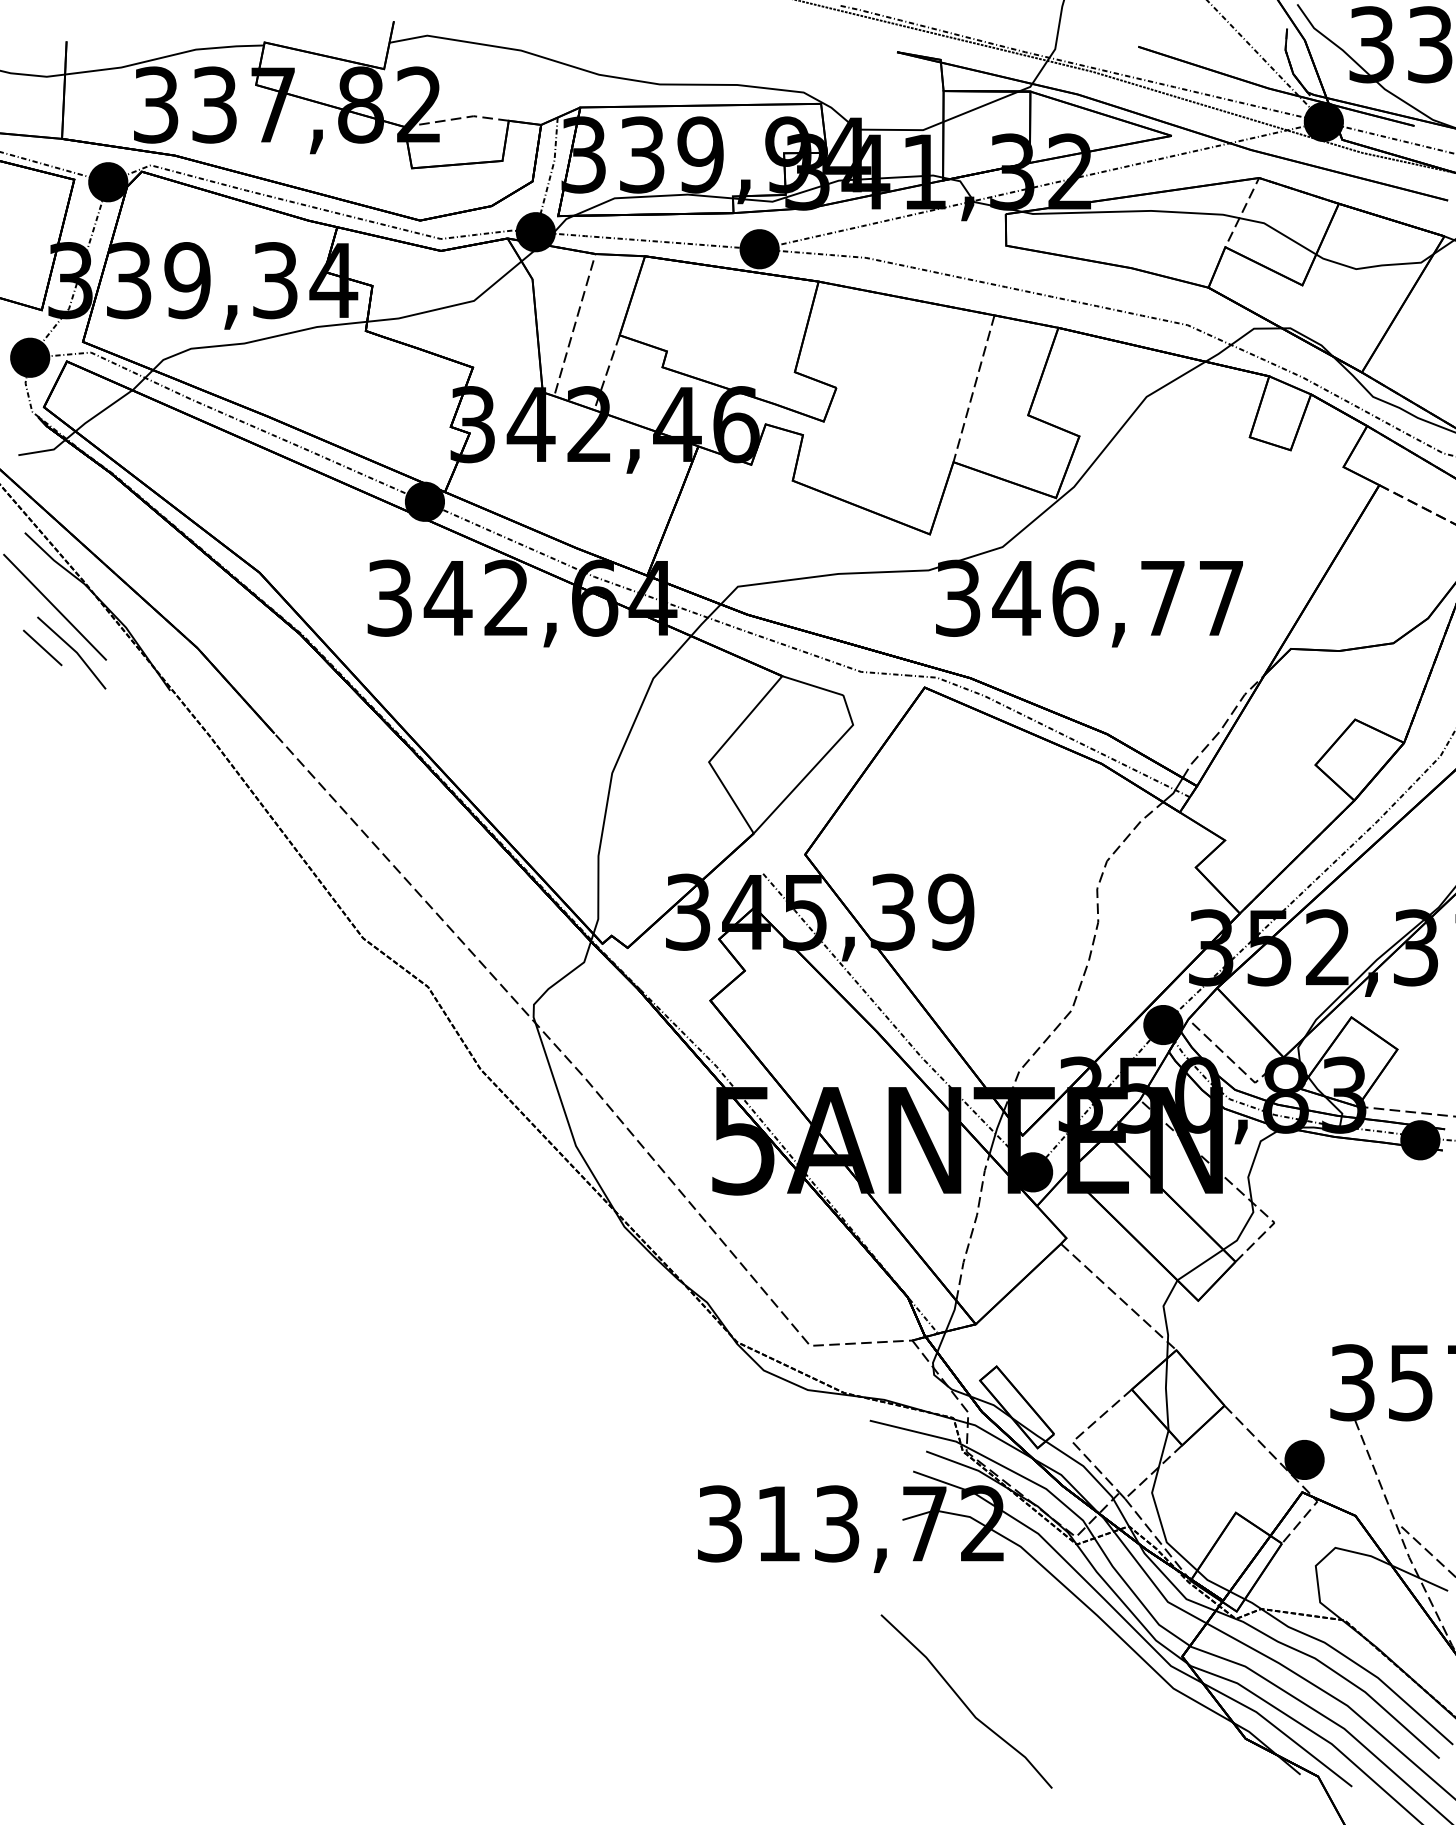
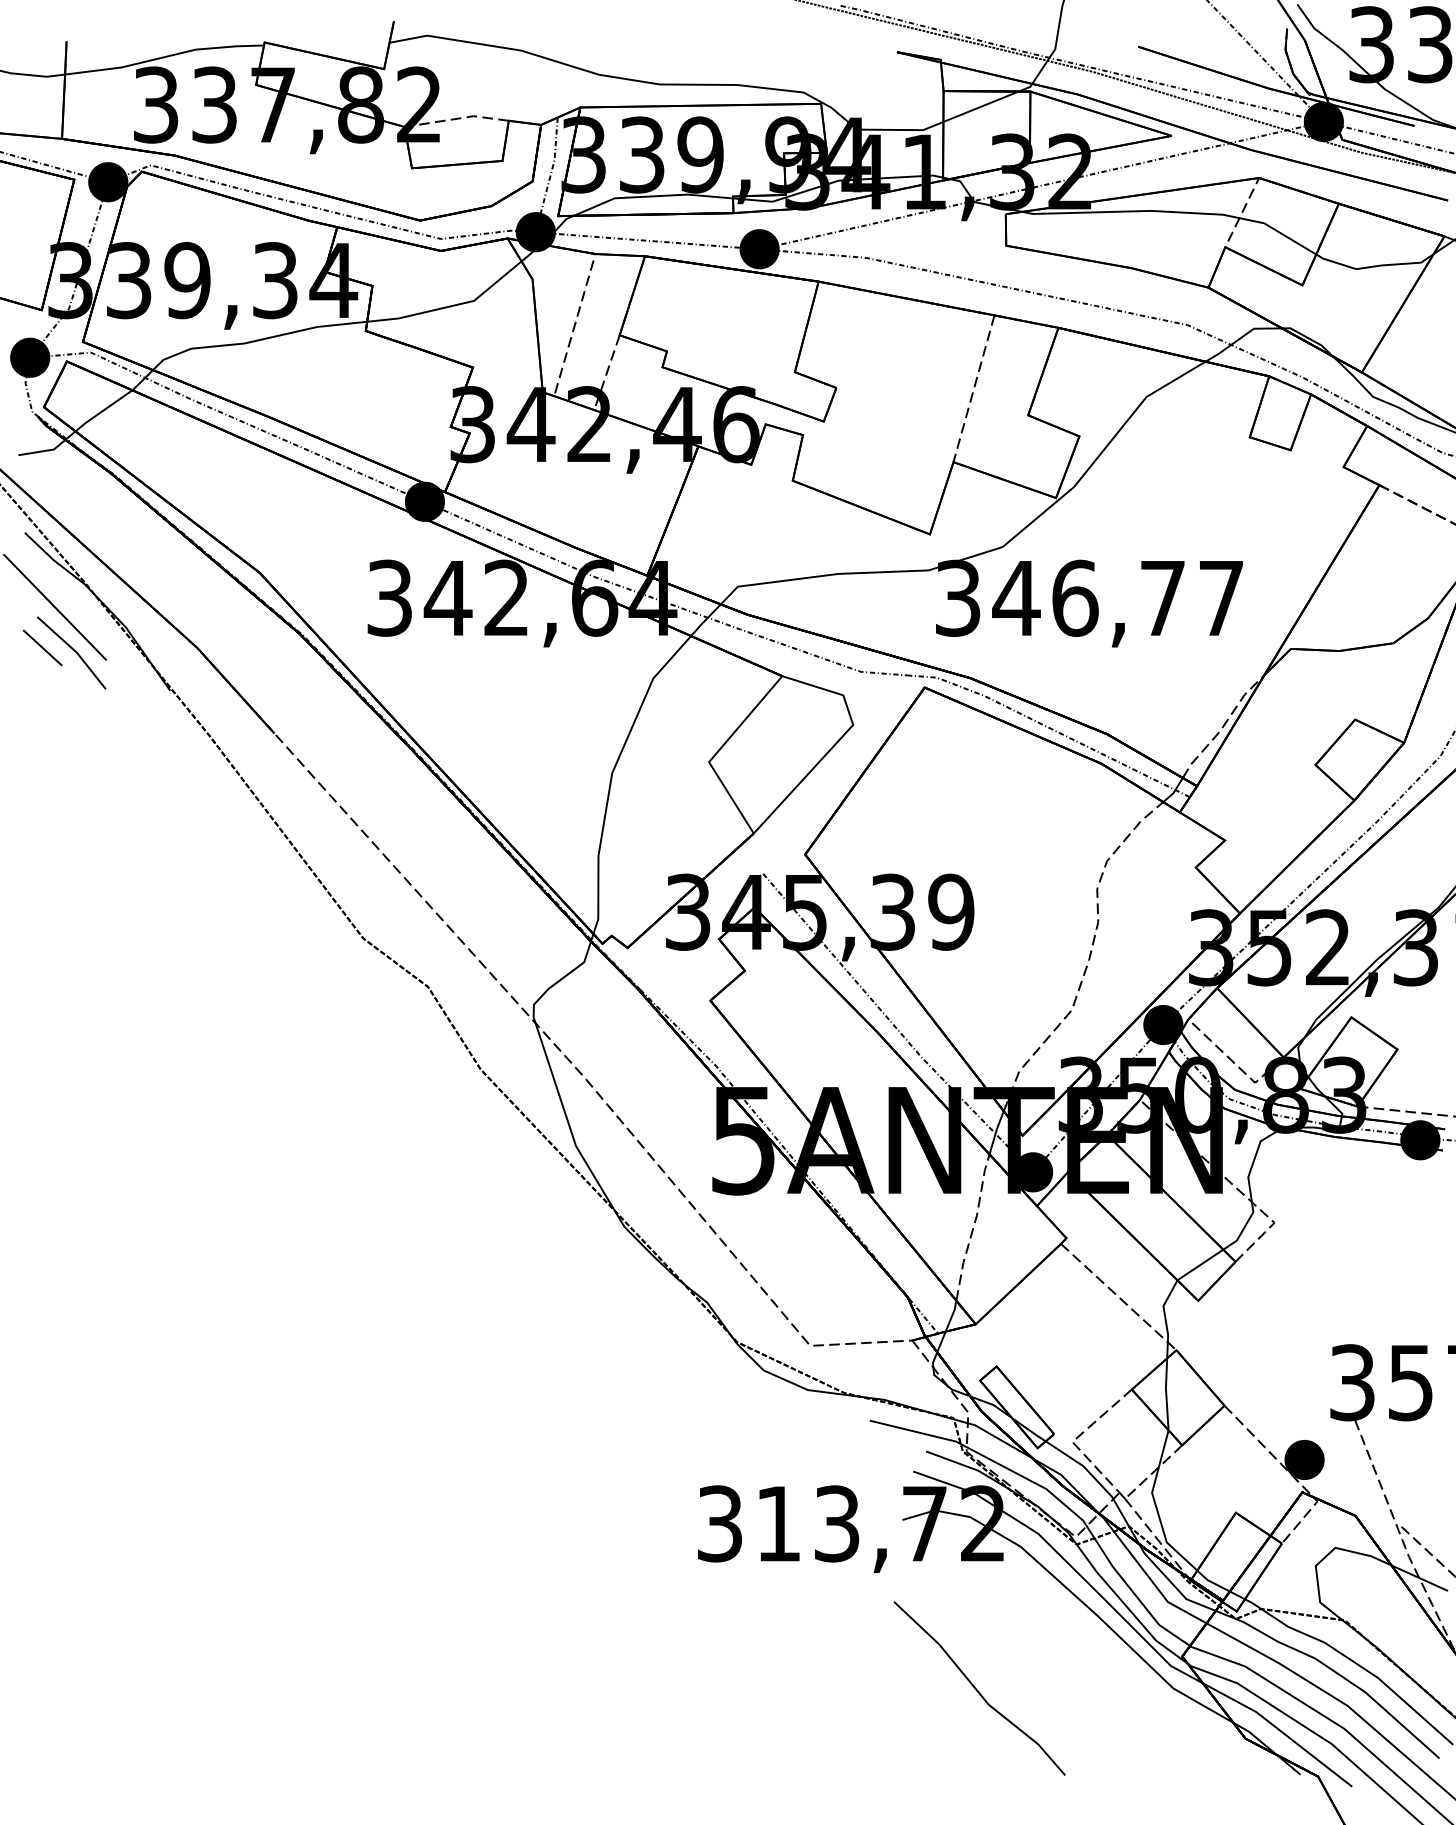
line at (964, 1702) position: (964, 1702) -> (977, 1689)
